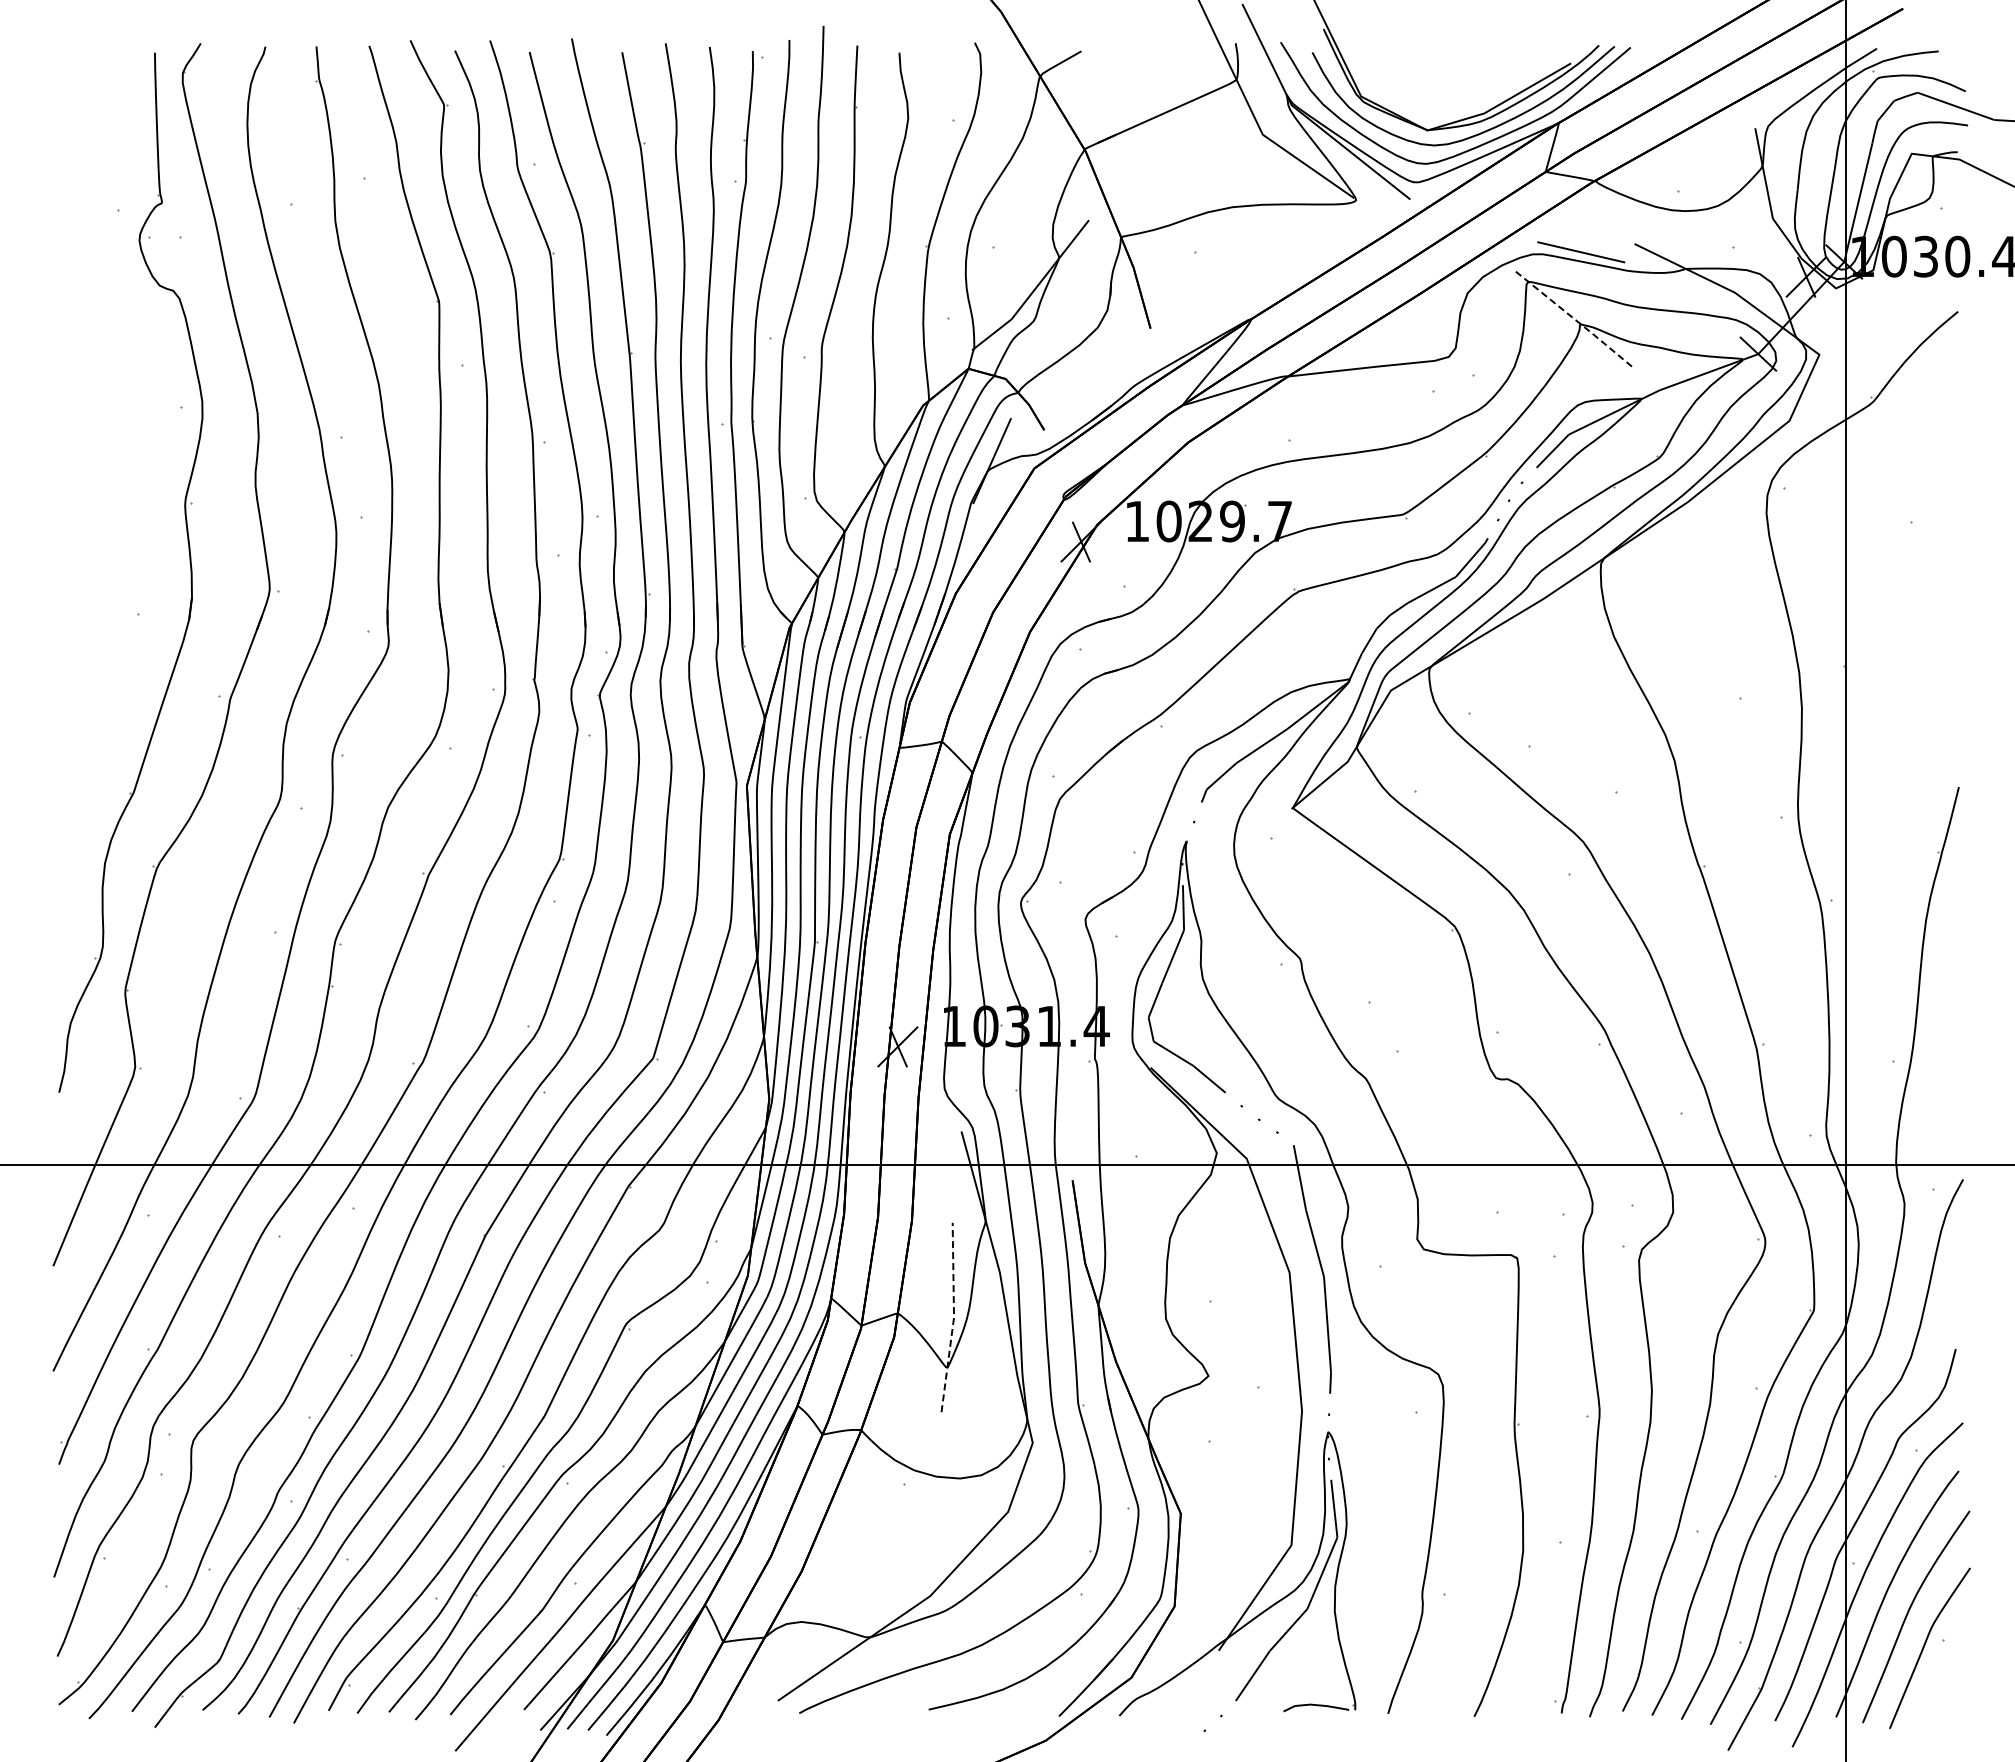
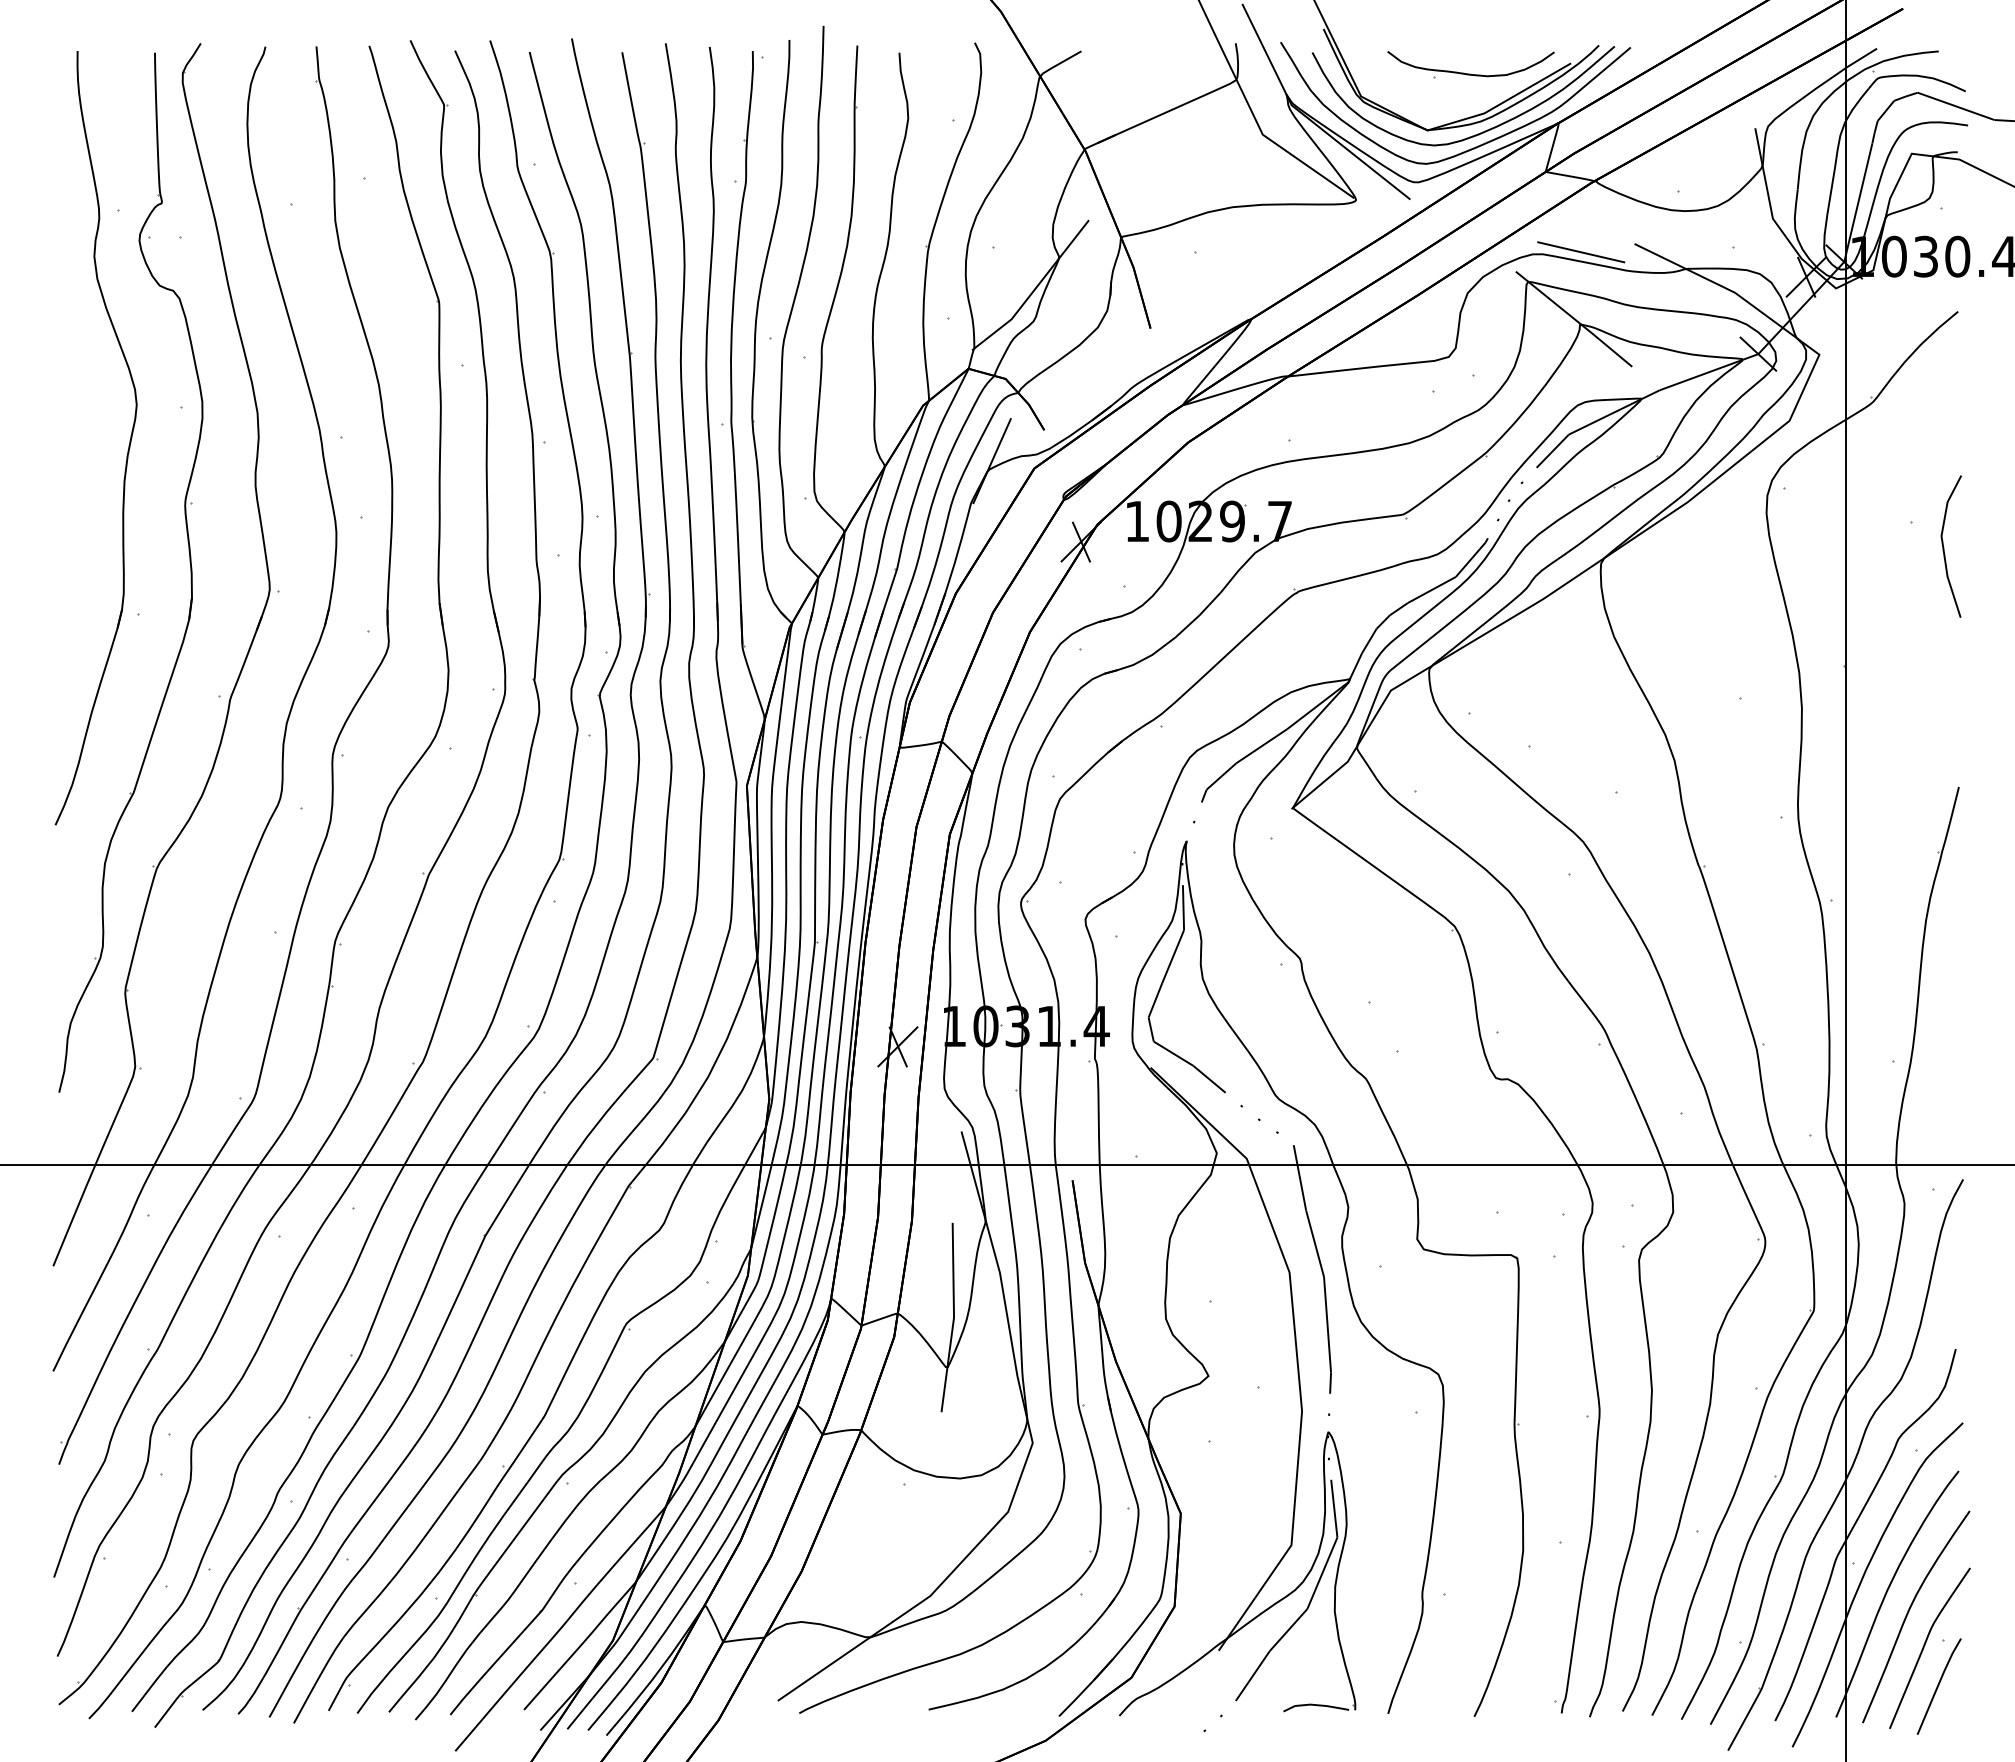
part at (1470, 73): none -> present
line at (1575, 319): dashed -> solid
part at (128, 445): none -> present
line at (1944, 547): none -> present
line at (954, 1317): dashed -> solid
line at (1938, 1686): none -> present
